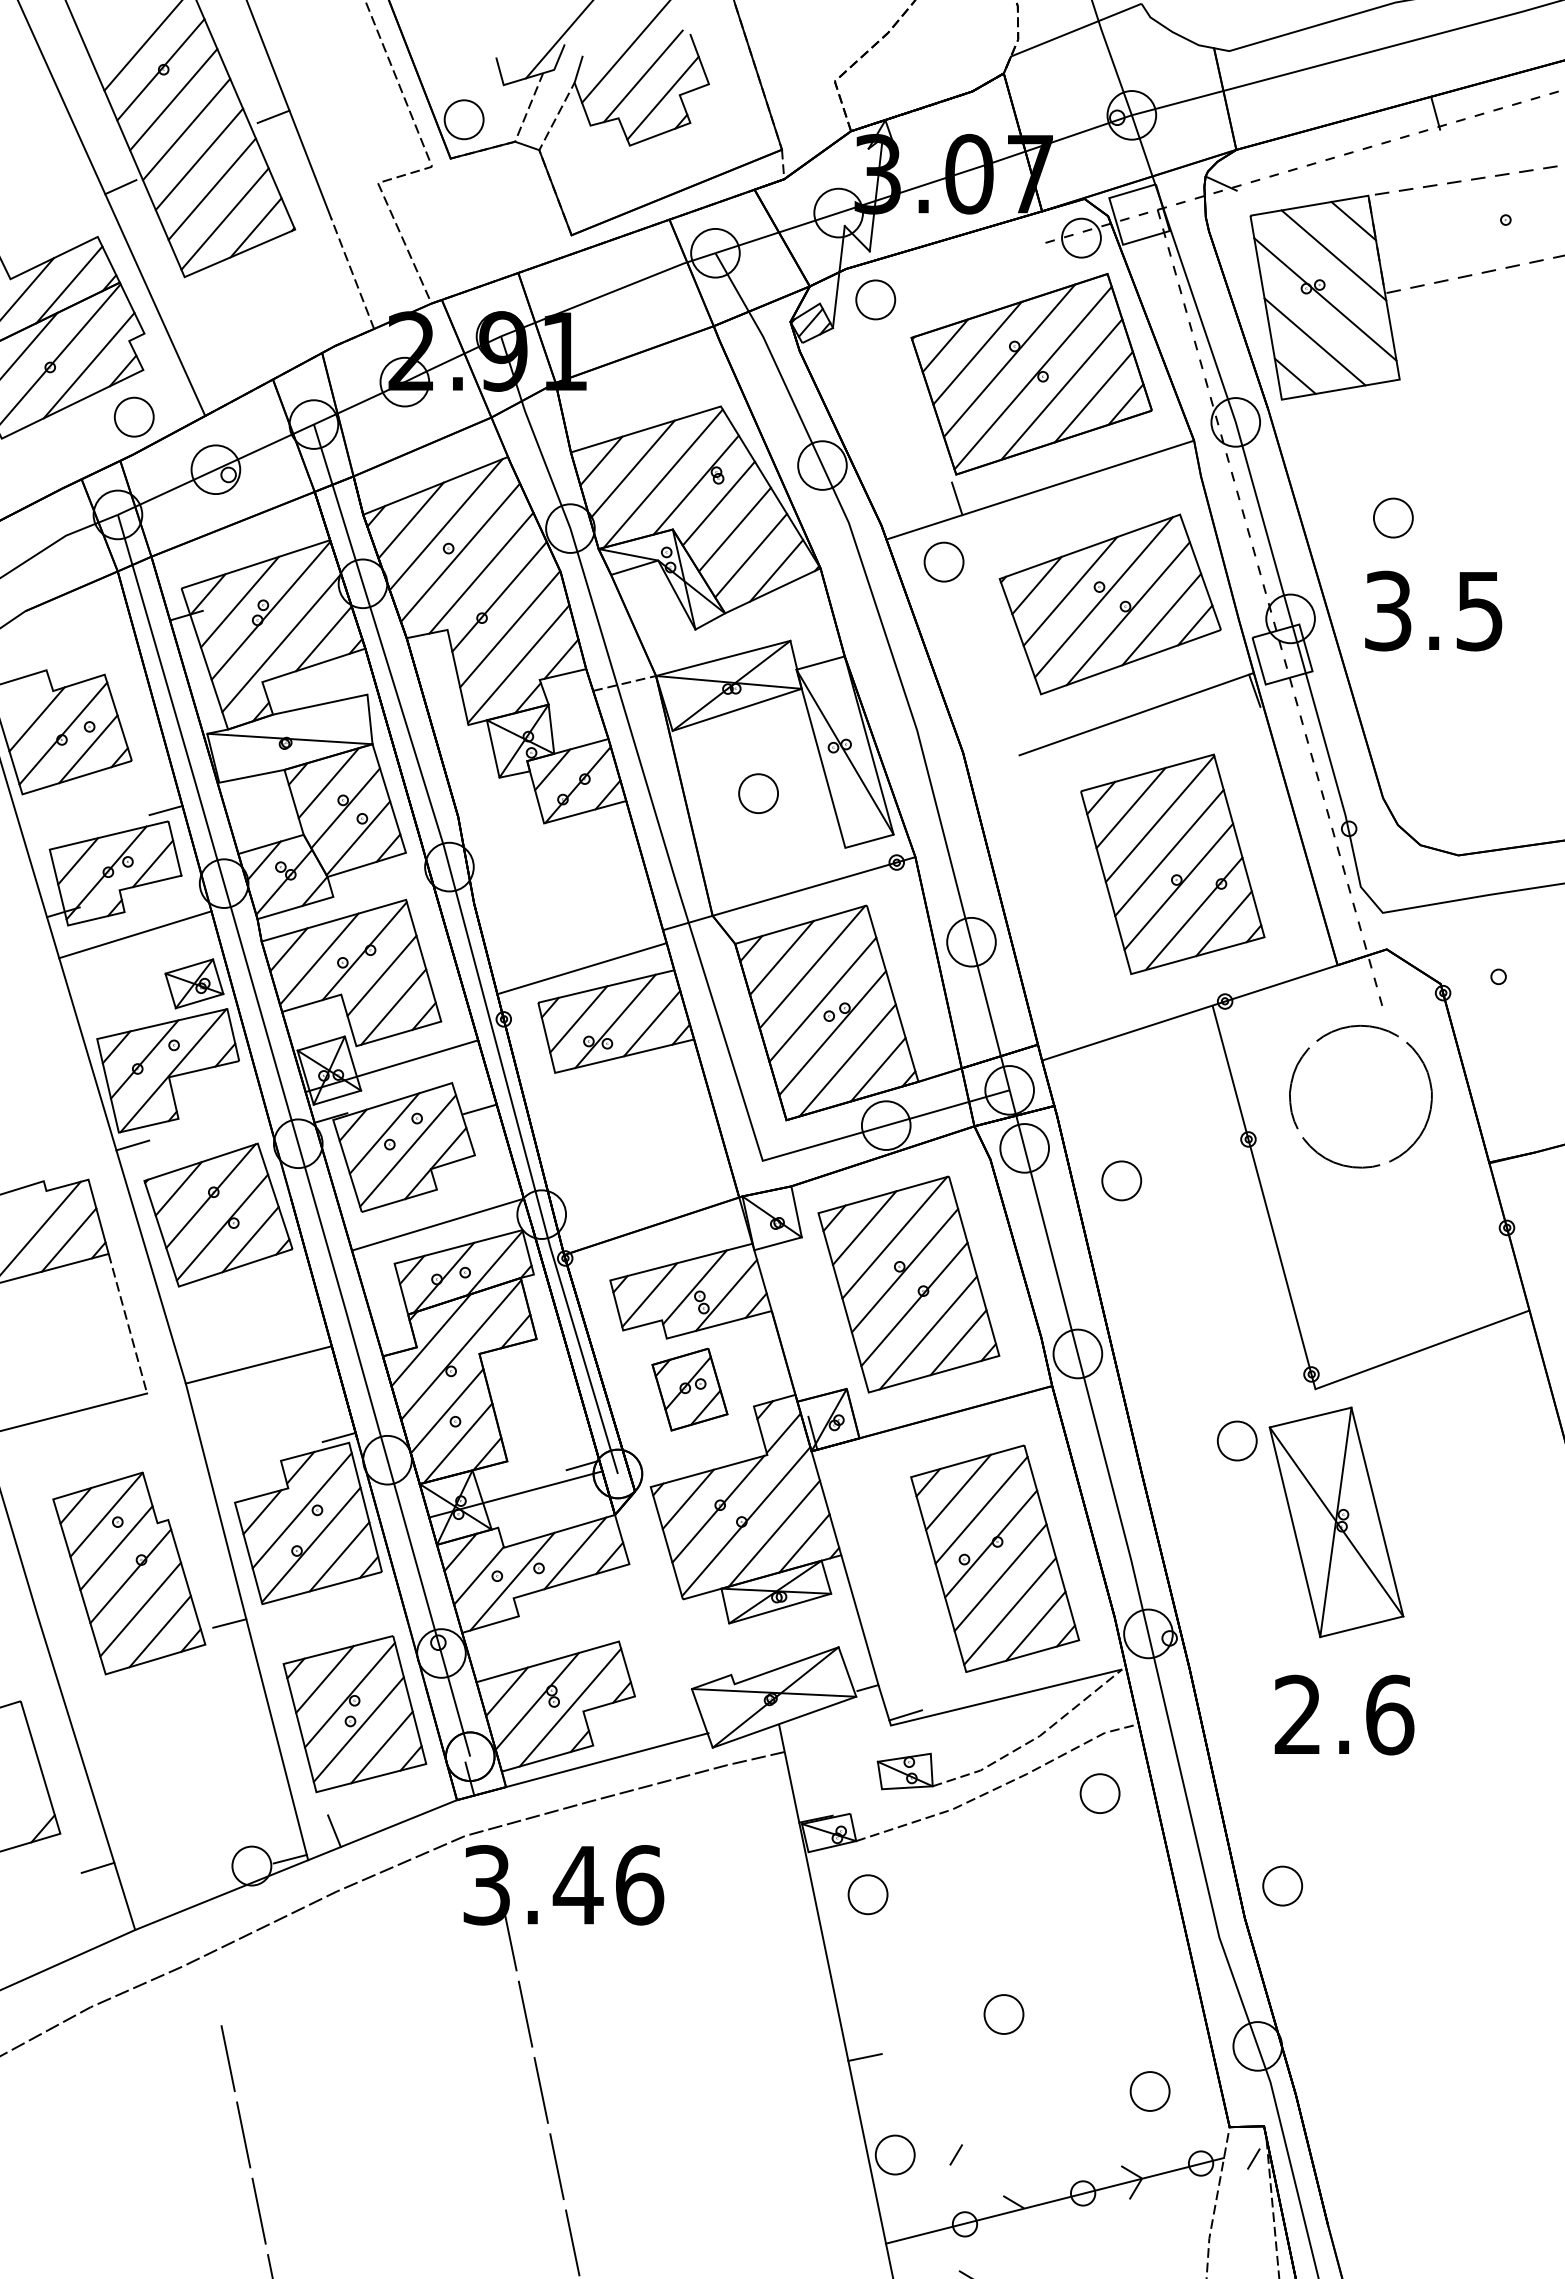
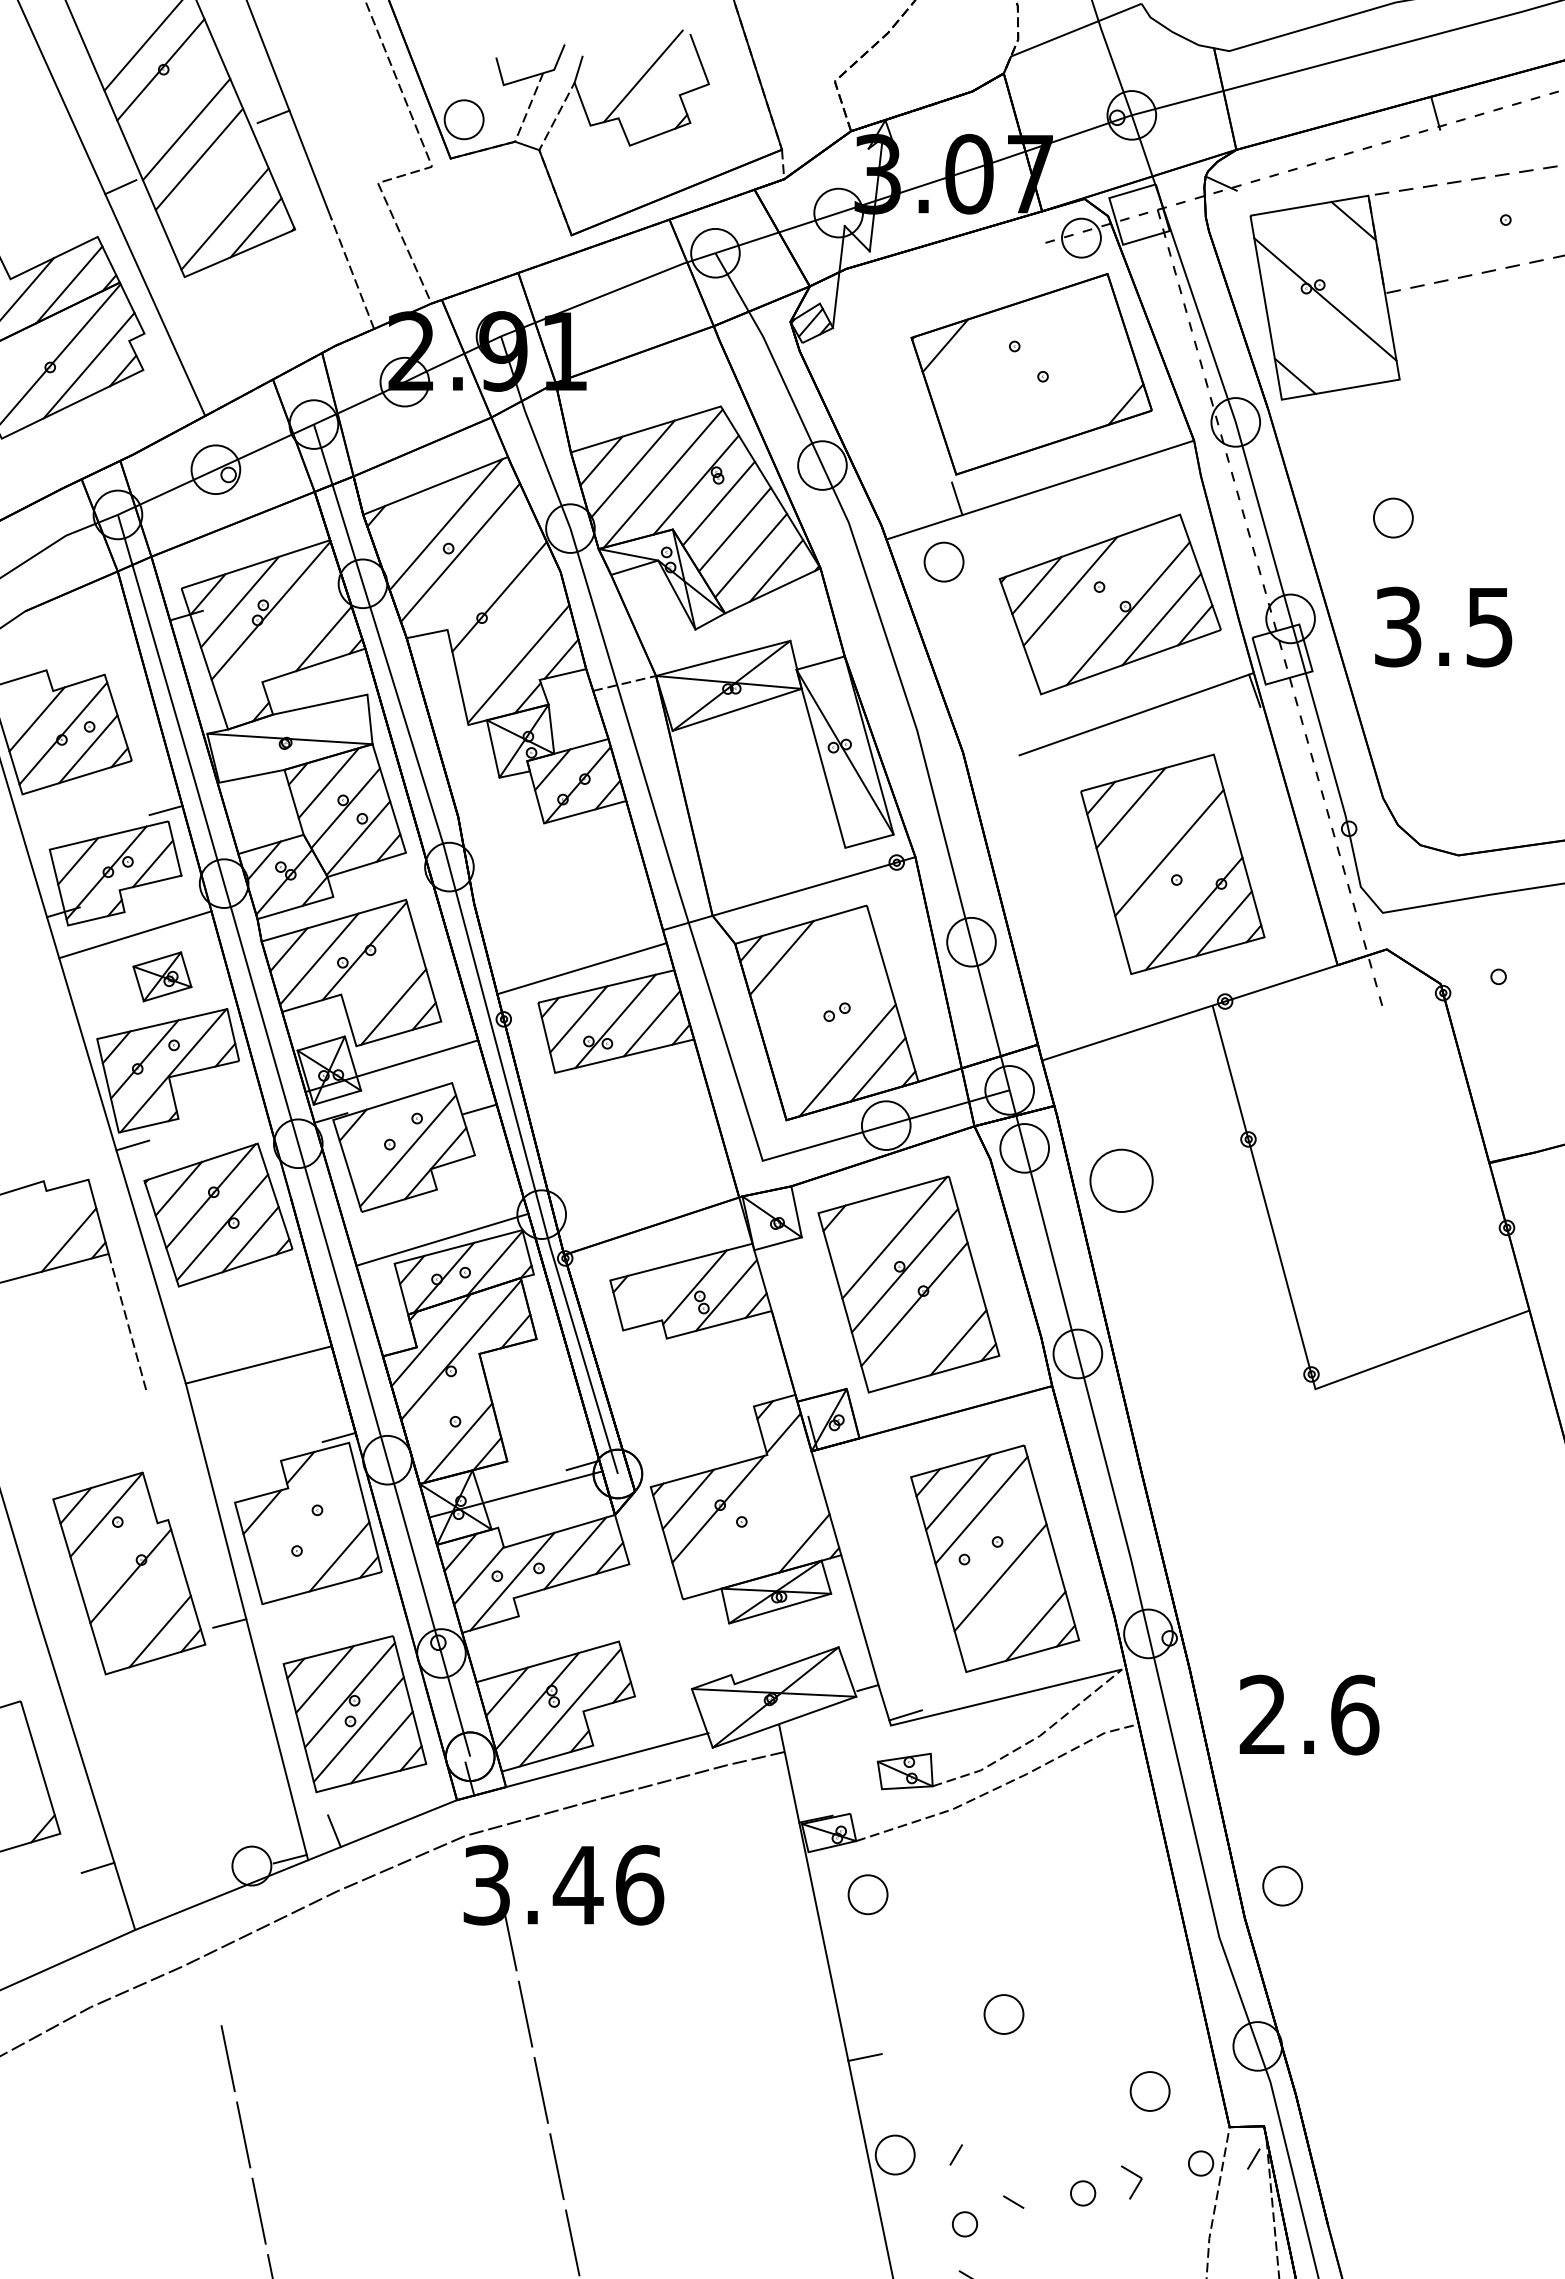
line at (558, 40): present -> none
line at (625, 52): present -> none
line at (662, 97): present -> none
line at (173, 99): present -> none
line at (211, 188): present -> none
line at (1333, 255): present -> none
part at (875, 299): present -> none
line at (1314, 341): present -> none
line at (29, 344): present -> none
line at (977, 353): present -> none
line at (1009, 360): present -> none
line at (1032, 377): present -> none
line at (1061, 389): present -> none
line at (1093, 396): present -> none
part at (133, 416): present -> none
line at (410, 520): present -> none
line at (481, 572): present -> none
line at (1103, 597): present -> none
text at (1433, 610) position: (1433, 610) -> (1443, 626)
line at (510, 629): present -> none
line at (281, 643): present -> none
part at (758, 793): present -> none
line at (1159, 819): present -> none
line at (1178, 886): present -> none
line at (812, 967): present -> none
line at (381, 975): present -> none
part at (194, 983) position: (194, 983) -> (162, 976)
line at (822, 999): present -> none
line at (832, 1033): present -> none
part at (1301, 1060): present -> none
line at (384, 1133): present -> none
part at (1121, 1180) size: 42x42 px -> 65x65 px
line at (437, 1224) position: (437, 1224) -> (442, 1239)
line at (41, 1226): present -> none
line at (864, 1227): present -> none
line at (649, 1295): present -> none
line at (928, 1332): present -> none
part at (689, 1389): present -> none
line at (74, 1411): present -> none
line at (446, 1411): present -> none
part at (1237, 1440): present -> none
line at (301, 1510): present -> none
line at (746, 1521): present -> none
part at (1336, 1522): present -> none
line at (773, 1533): present -> none
line at (991, 1543): present -> none
line at (310, 1544): present -> none
line at (116, 1548): present -> none
line at (140, 1609): present -> none
line at (1010, 1611): present -> none
text at (1344, 1714) position: (1344, 1714) -> (1309, 1714)
part at (1099, 1793): present -> none
line at (1055, 2200): present -> none
